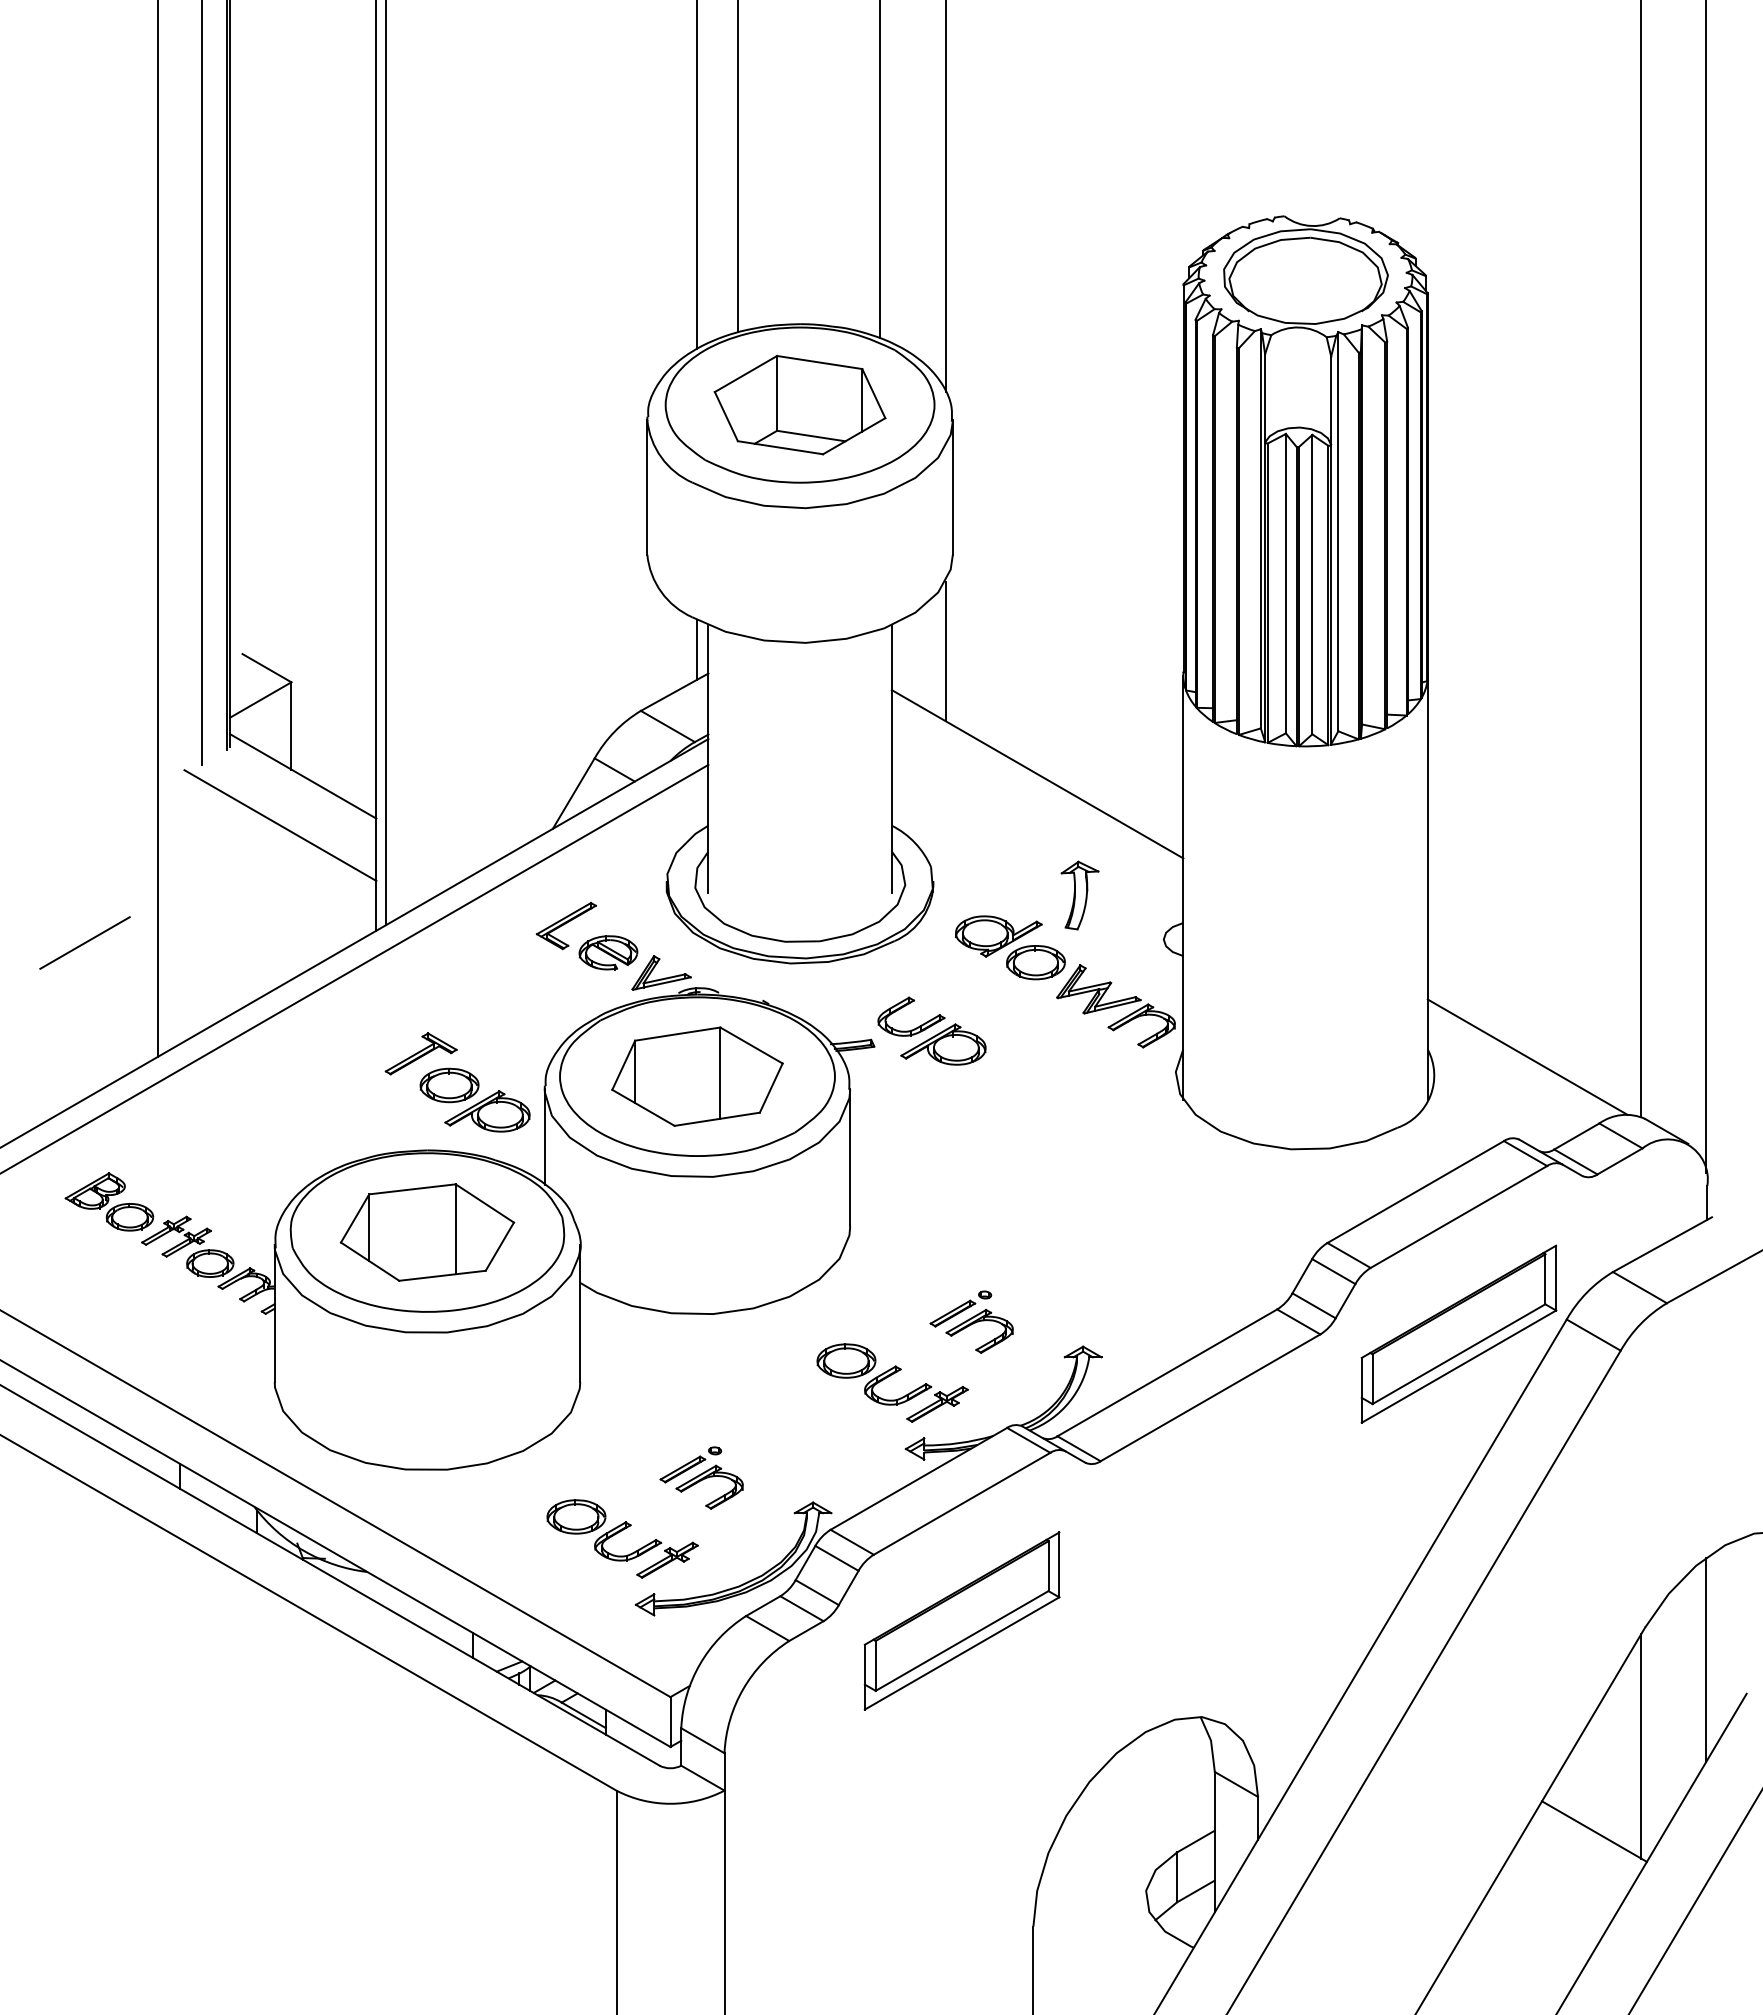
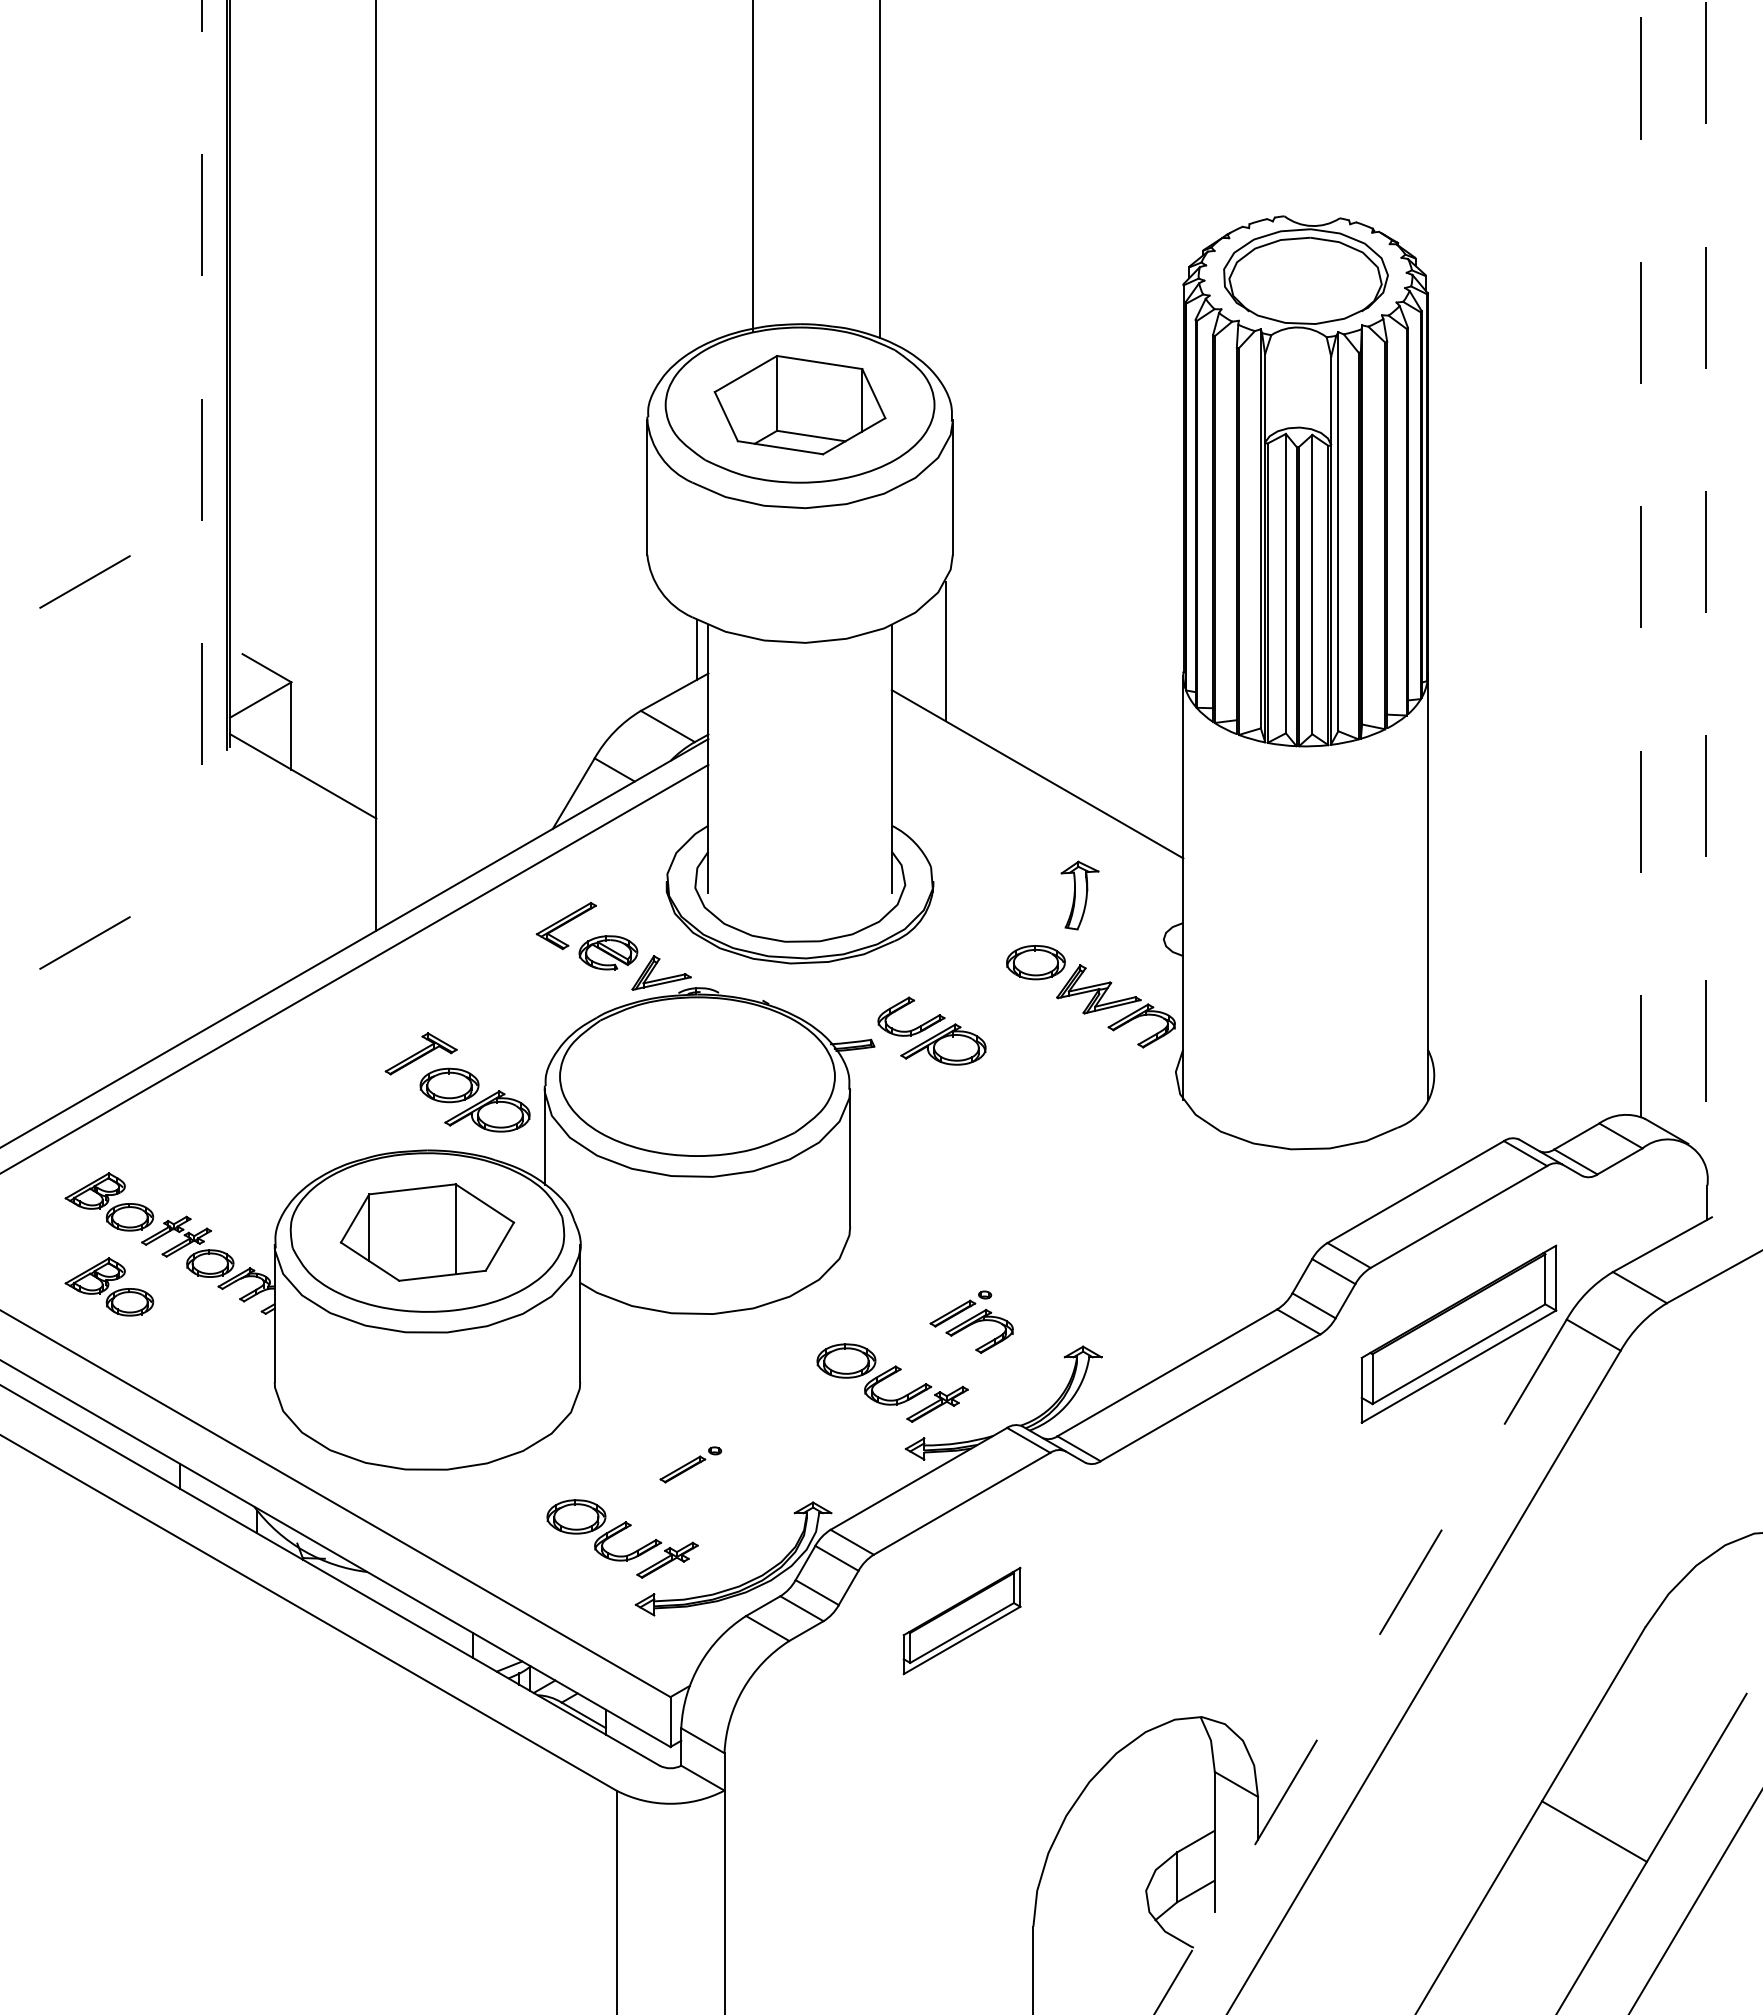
line at (738, 167) position: (738, 167) -> (753, 167)
line at (696, 175): present -> none
line at (945, 197): present -> none
line at (201, 382): solid -> dashed
line at (385, 463): present -> none
line at (158, 529): present -> none
line at (1641, 558): solid -> dashed
line at (84, 581): none -> present
line at (1706, 586): solid -> dashed
line at (280, 825): present -> none
part at (998, 936): present -> none
line at (1527, 1056): present -> none
part at (697, 1076): present -> none
part at (109, 1286): none -> present
part at (708, 1478): present -> none
part at (961, 1620) size: 198x180 px -> 120x110 px
line at (1706, 1659): present -> none
line at (1360, 1666): solid -> dashed
line at (1641, 1745): present -> none
